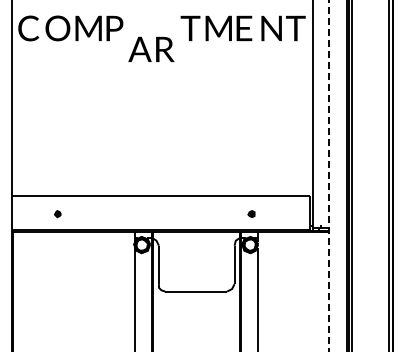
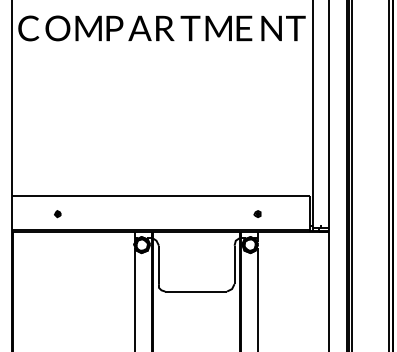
text at (151, 49) position: (151, 49) -> (151, 28)
line at (328, 175): dashed -> solid
part at (251, 213) position: (251, 213) -> (257, 213)
